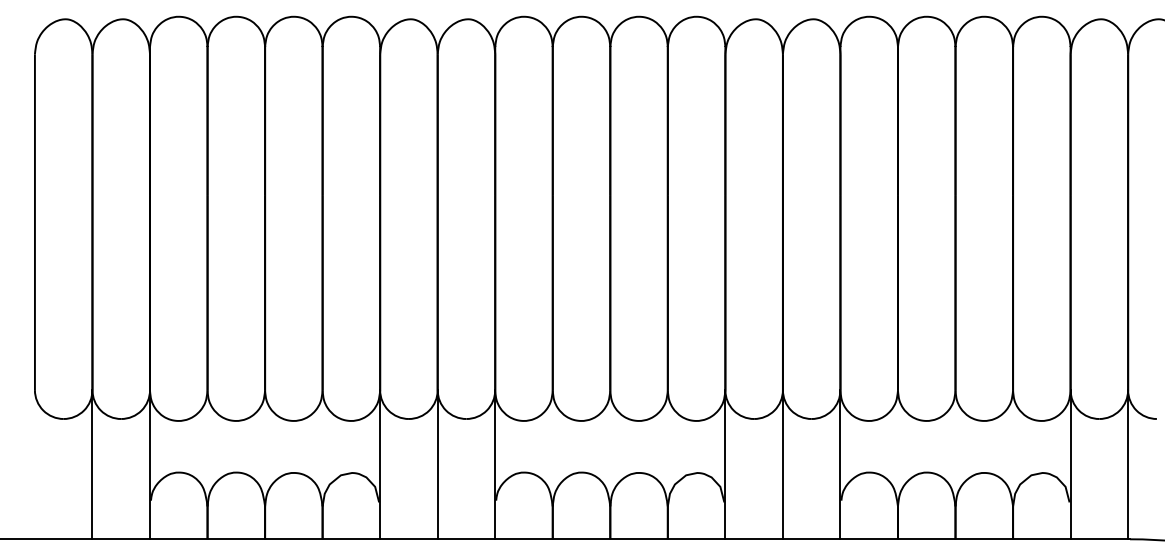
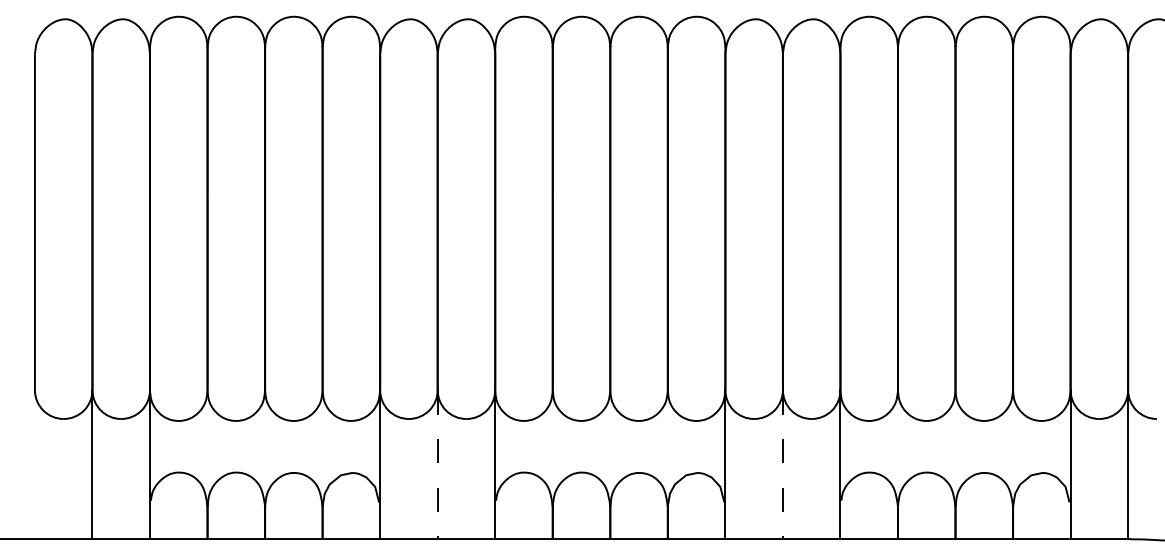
line at (437, 464): solid -> dashed
line at (782, 464): solid -> dashed
